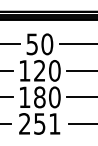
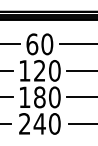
text at (32, 44): 50 -> 60
text at (46, 123): 251 -> 240
